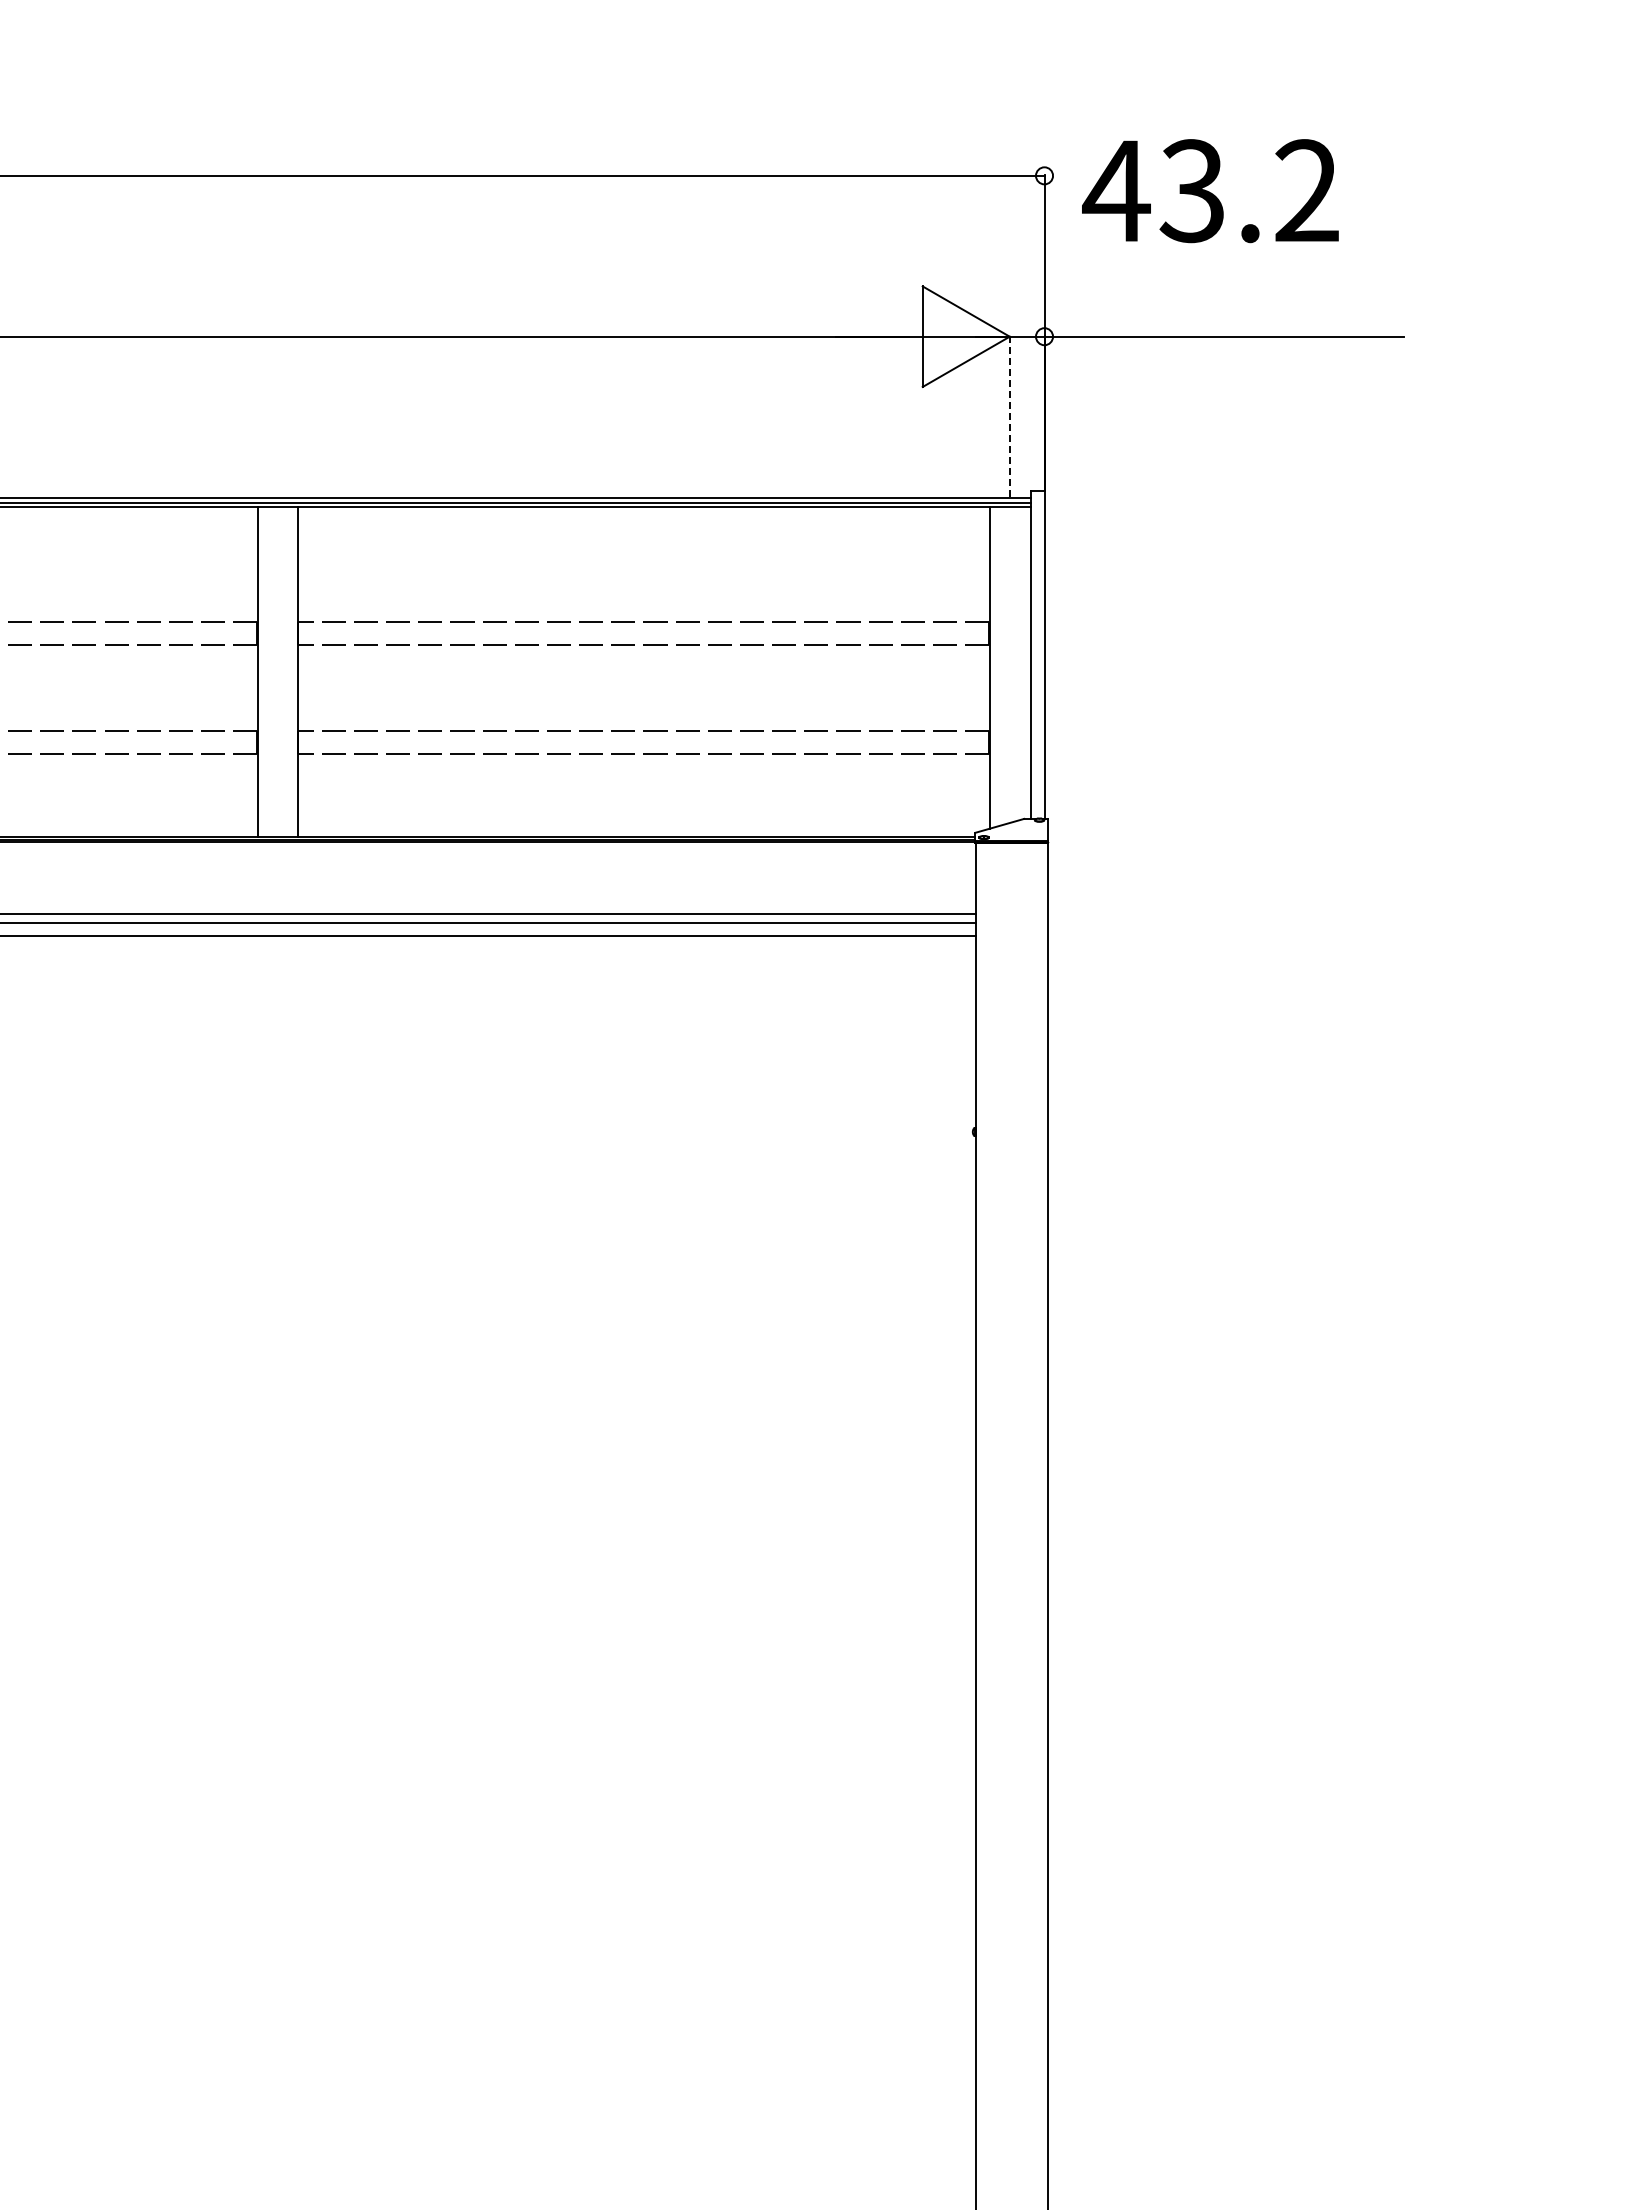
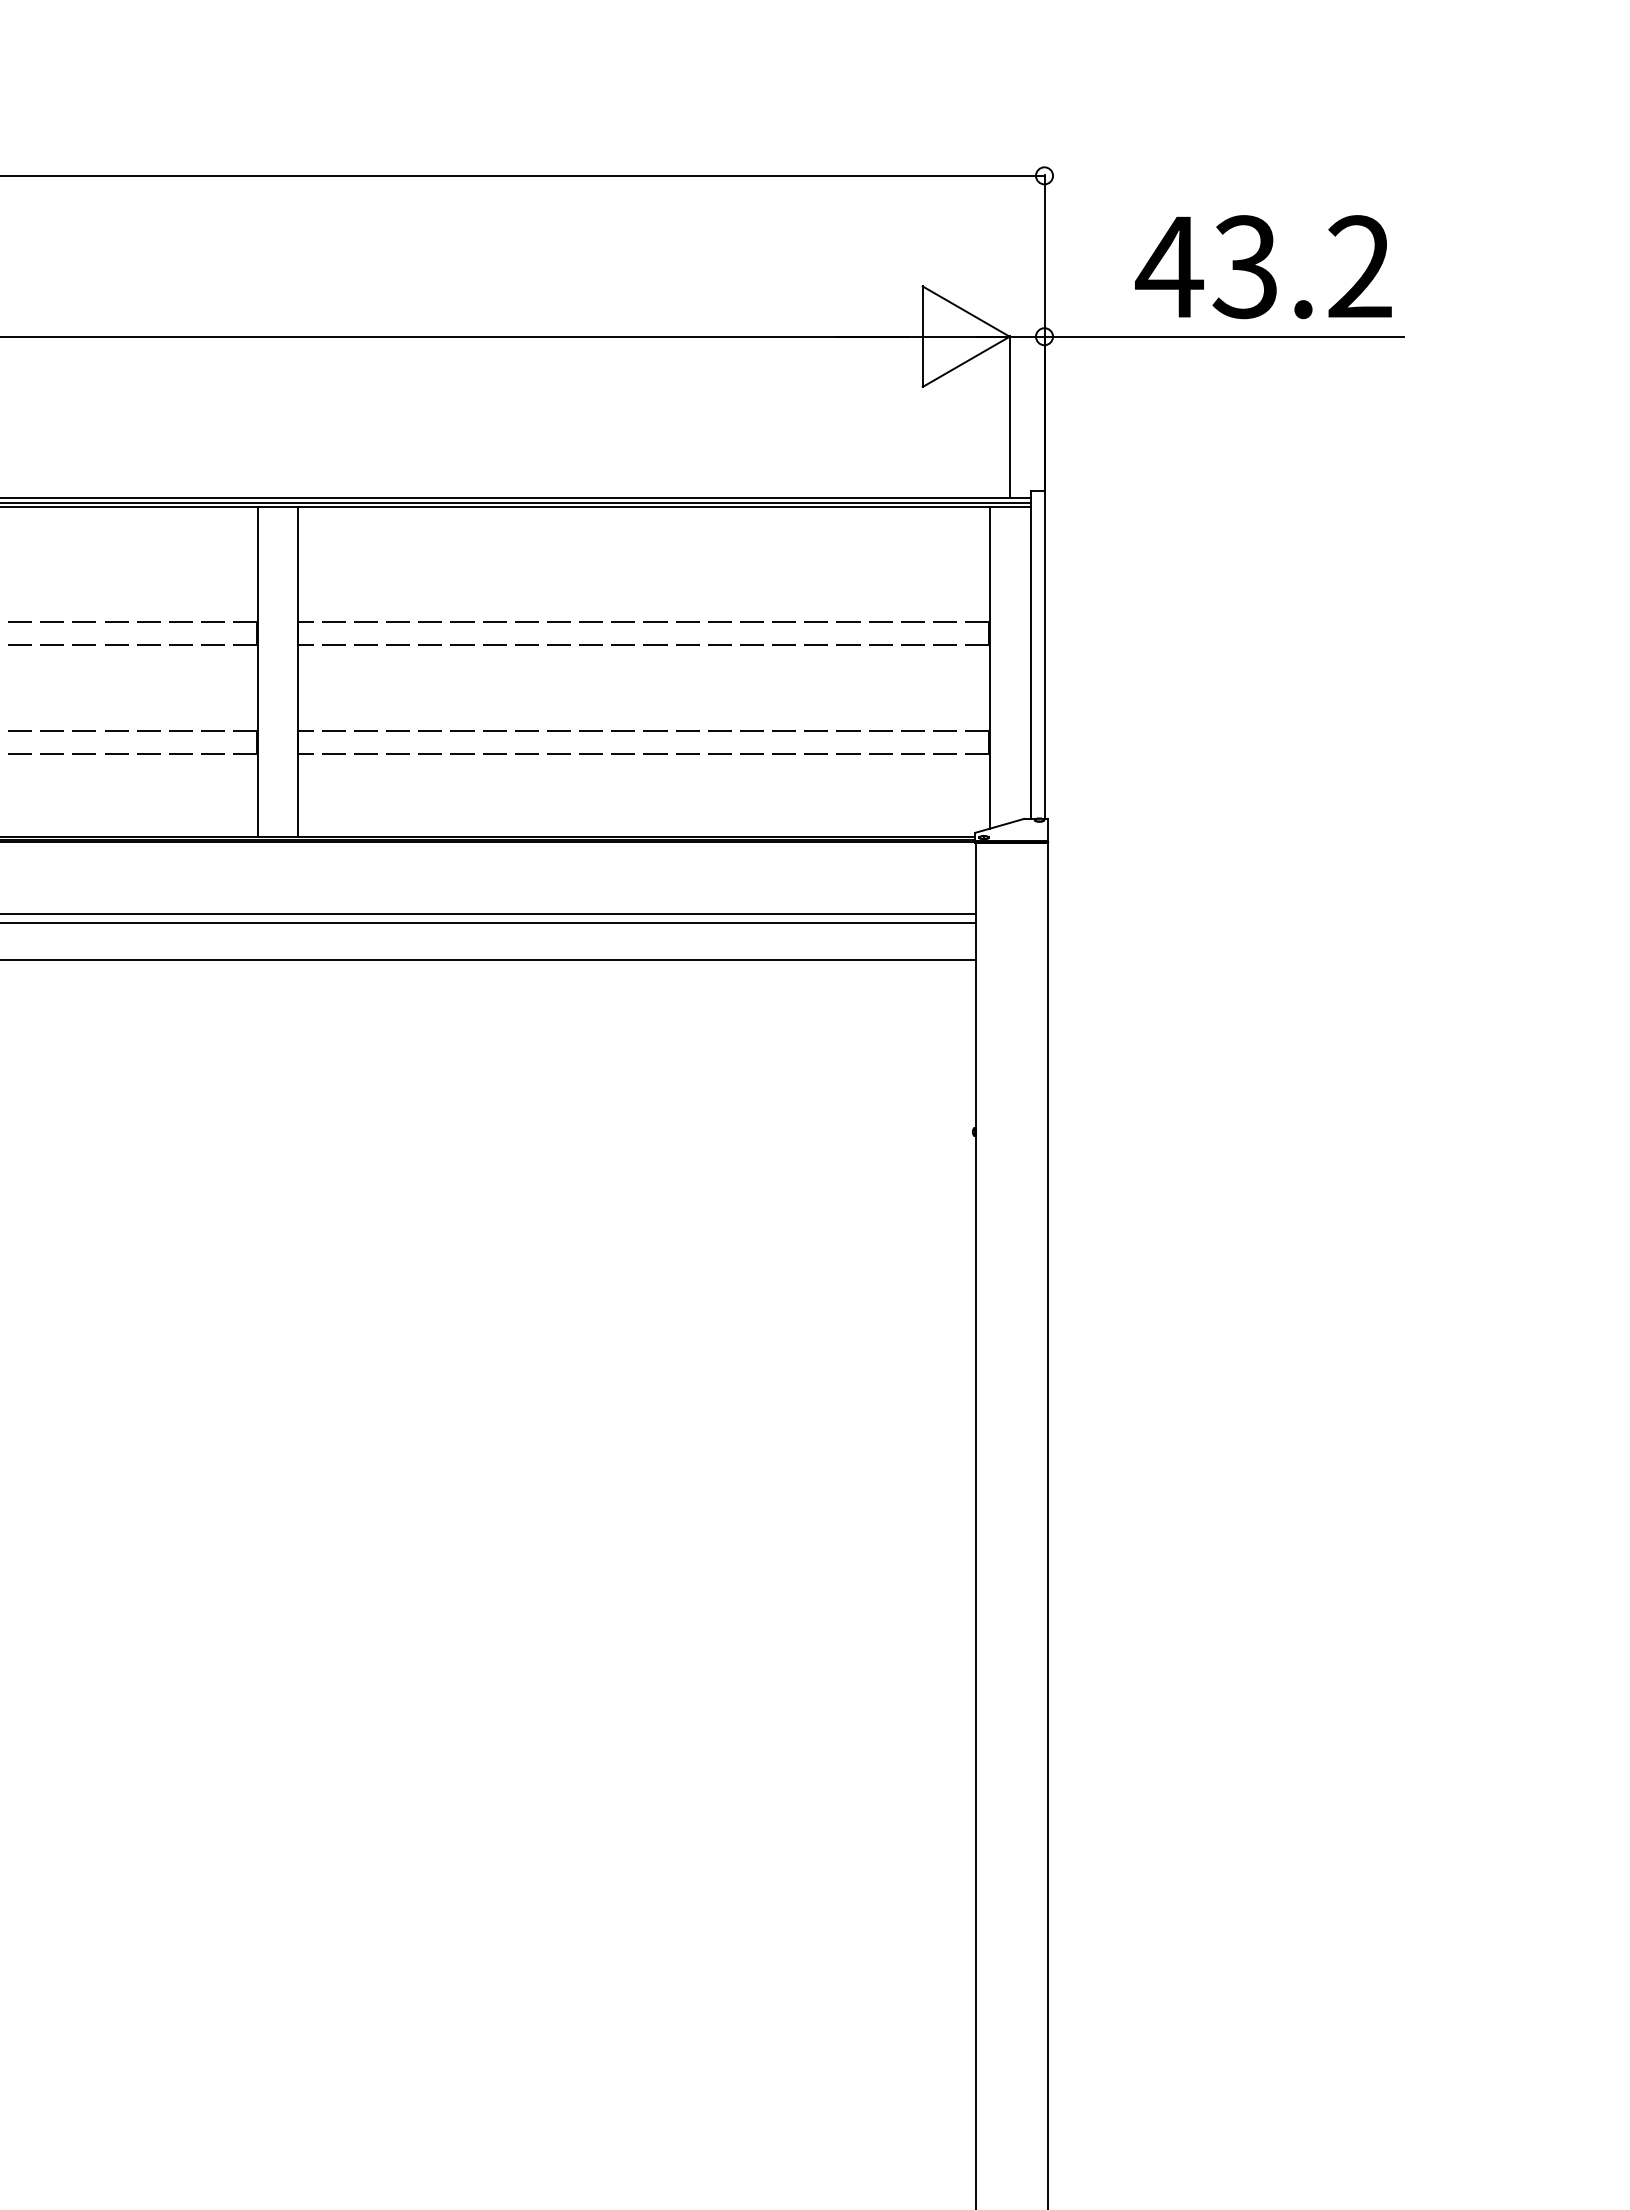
text at (1210, 191) position: (1210, 191) -> (1263, 267)
line at (1009, 415): dashed -> solid
line at (488, 936) position: (488, 936) -> (488, 960)
